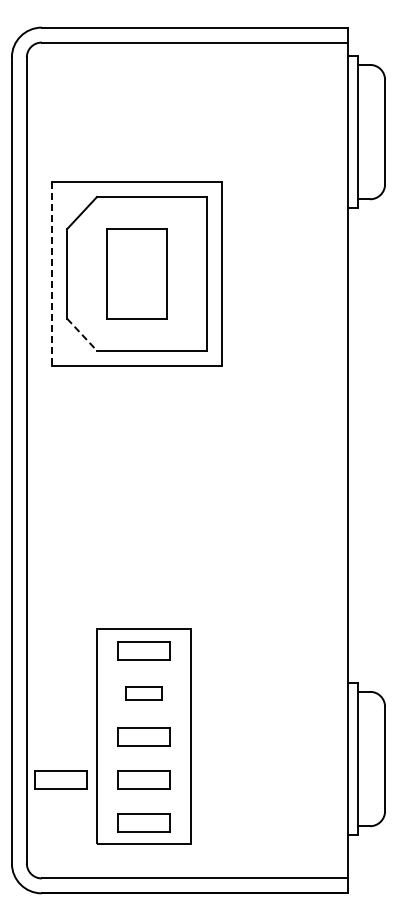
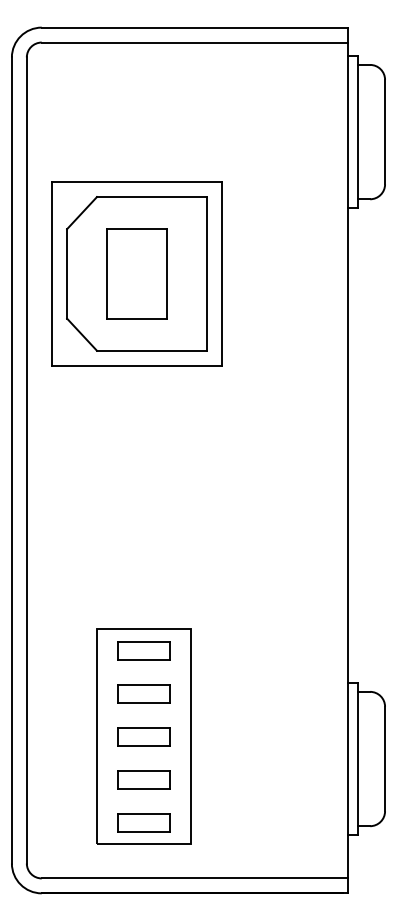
line at (52, 273): dashed -> solid
line at (82, 334): dashed -> solid
part at (143, 693) size: 38x15 px -> 54x20 px
part at (60, 779): present -> none
